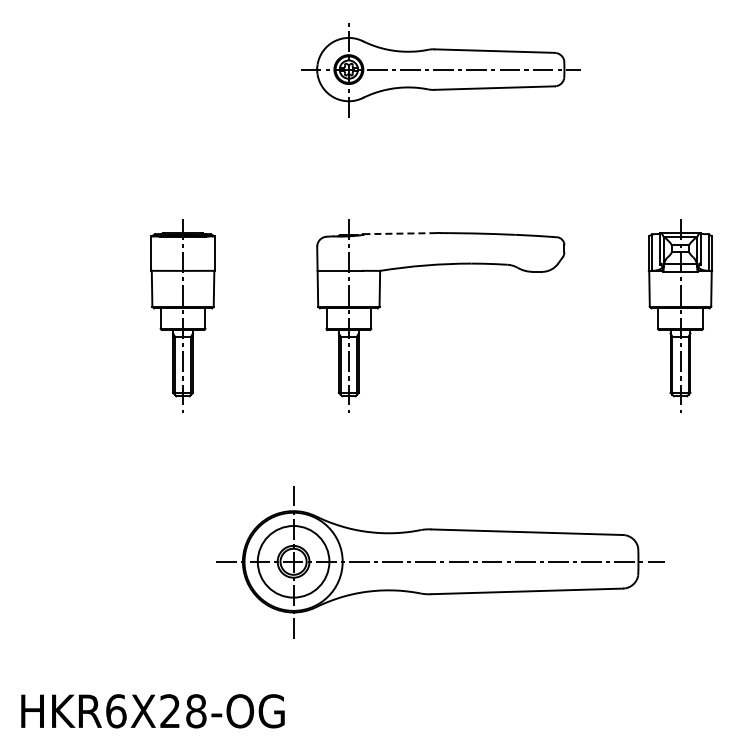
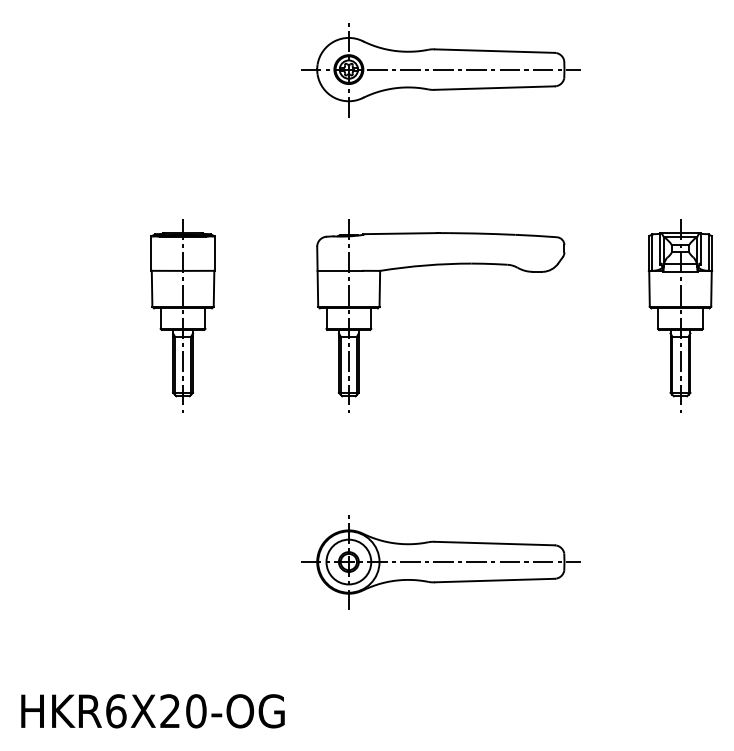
line at (400, 233): dashed -> solid
part at (440, 562) size: 449x153 px -> 280x95 px
text at (196, 711): HKR6X28-OG -> HKR6X20-OG
